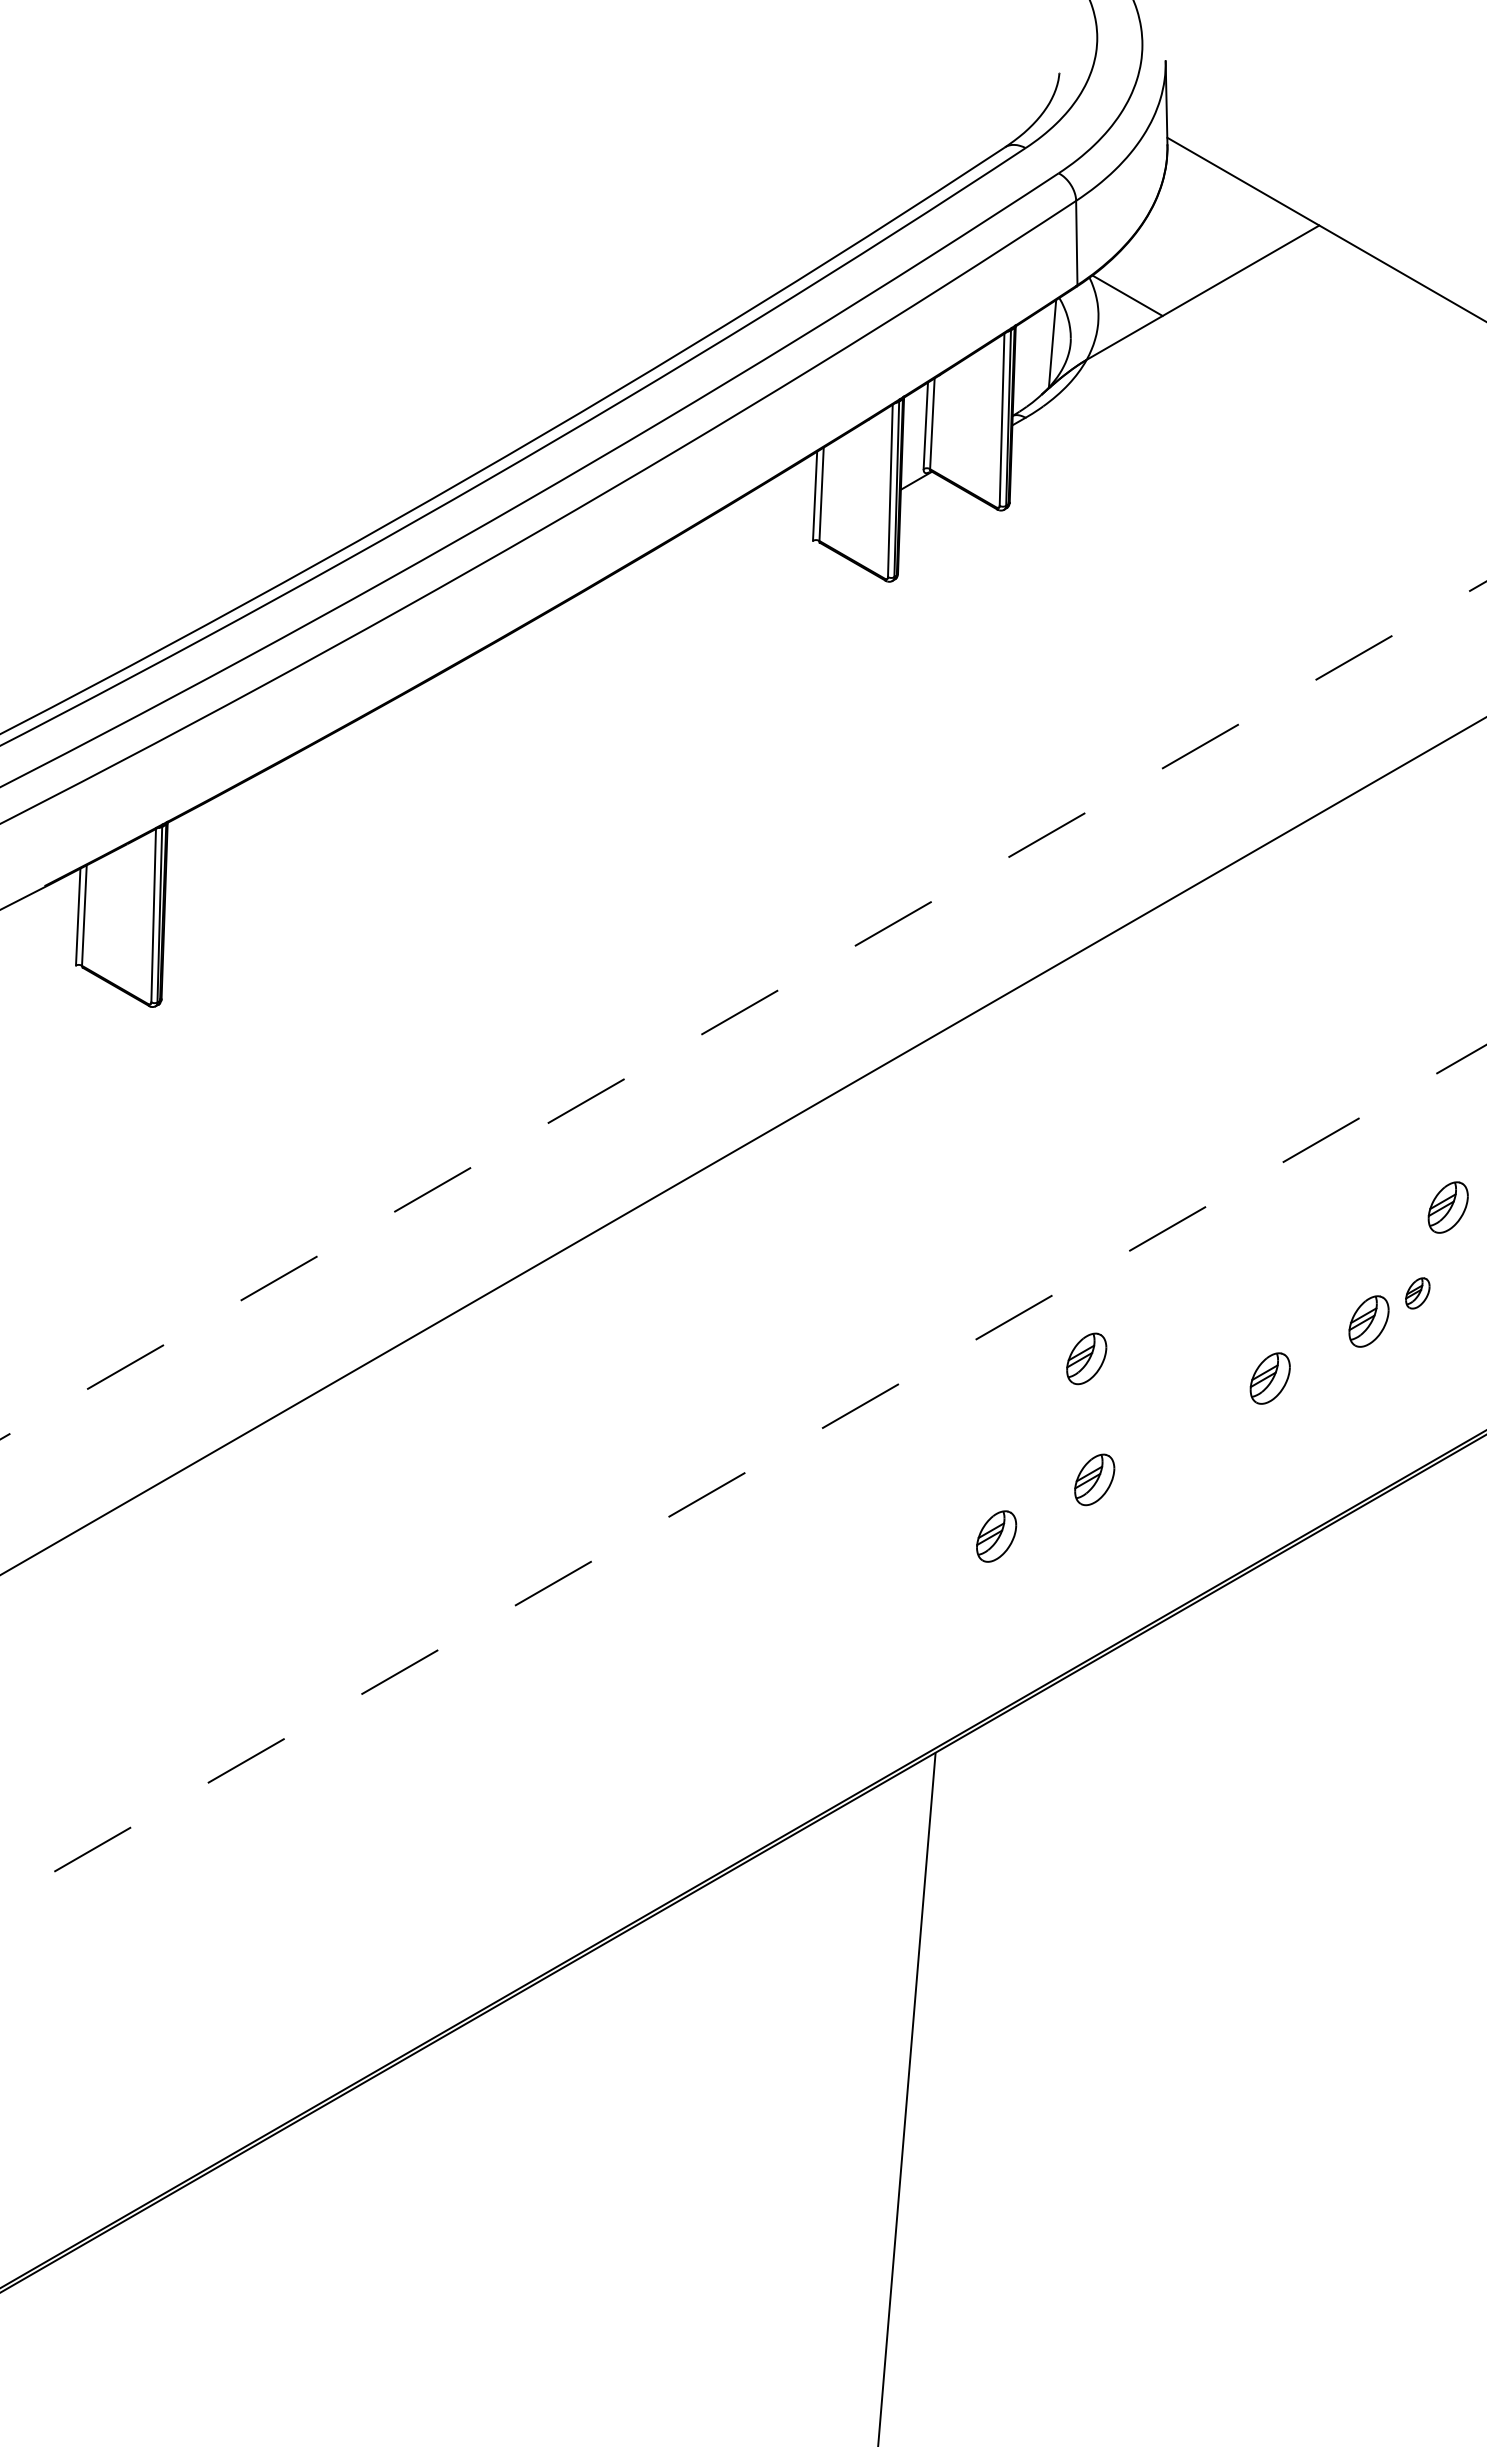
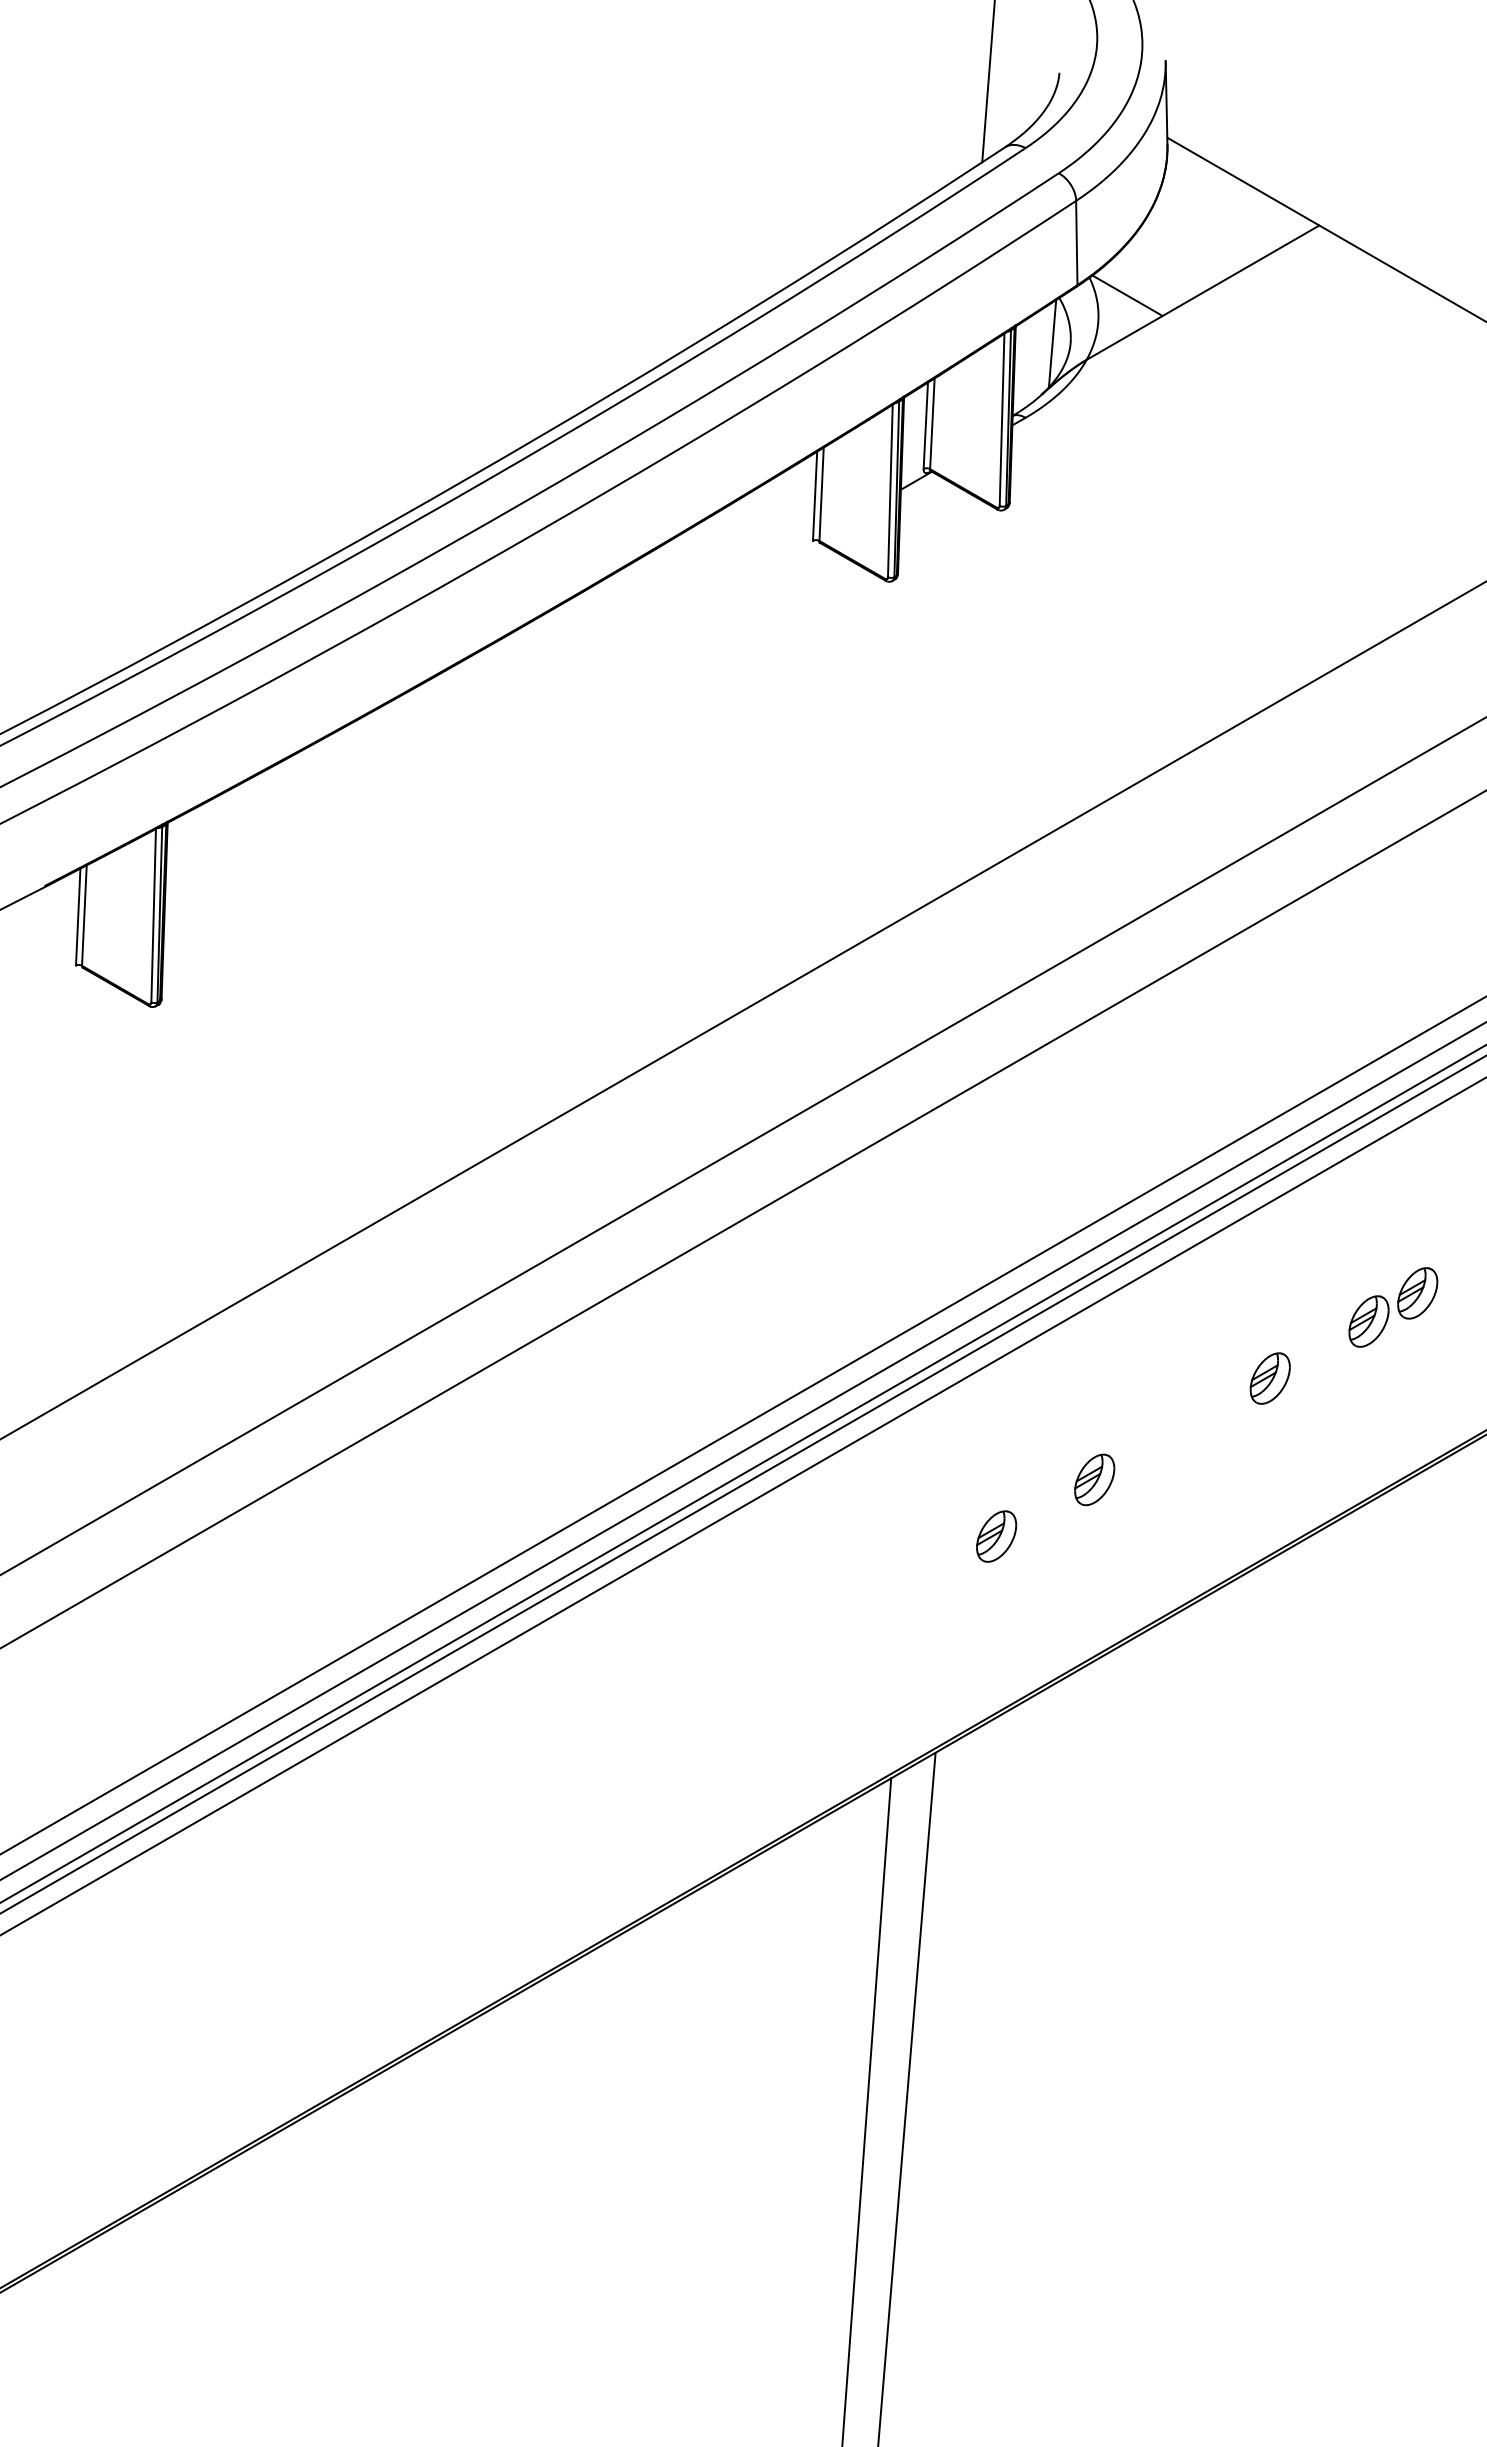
line at (988, 82): none -> present
line at (744, 1010): dashed -> solid
part at (1447, 1207): present -> none
line at (742, 1219): none -> present
part at (1417, 1293) size: 26x33 px -> 42x53 px
part at (1086, 1358): present -> none
line at (742, 1425): none -> present
line at (742, 1450): none -> present
line at (743, 1474): dashed -> solid
line at (742, 1484): none -> present
line at (742, 1505): none -> present
line at (866, 2110): none -> present
